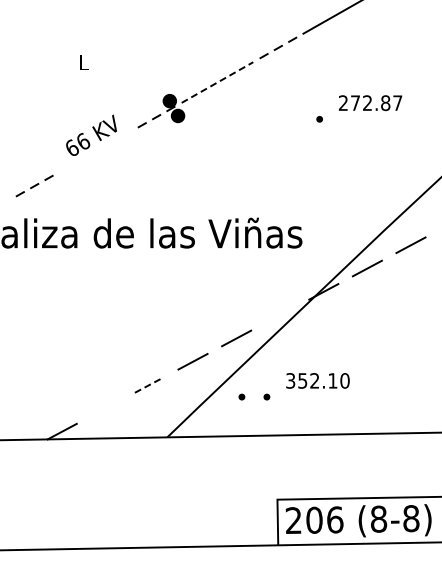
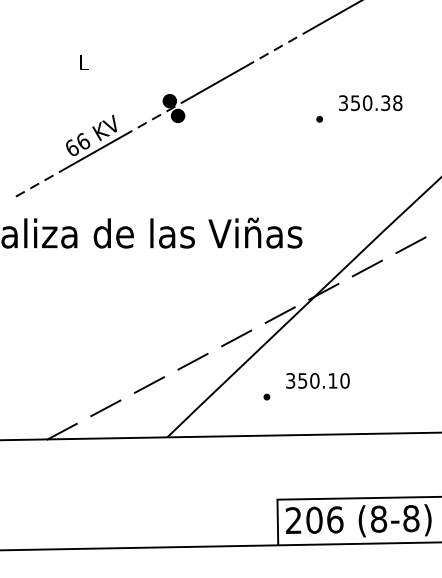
line at (217, 82): dashed -> solid
text at (370, 103): 272.87 -> 350.38
line at (95, 151): none -> present
line at (279, 314): none -> present
text at (314, 380): 352.10 -> 350.10
line at (149, 384): dashed -> solid
part at (241, 396): present -> none
line at (105, 408): none -> present
